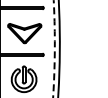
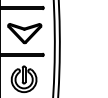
arc at (54, 49): dashed -> solid
